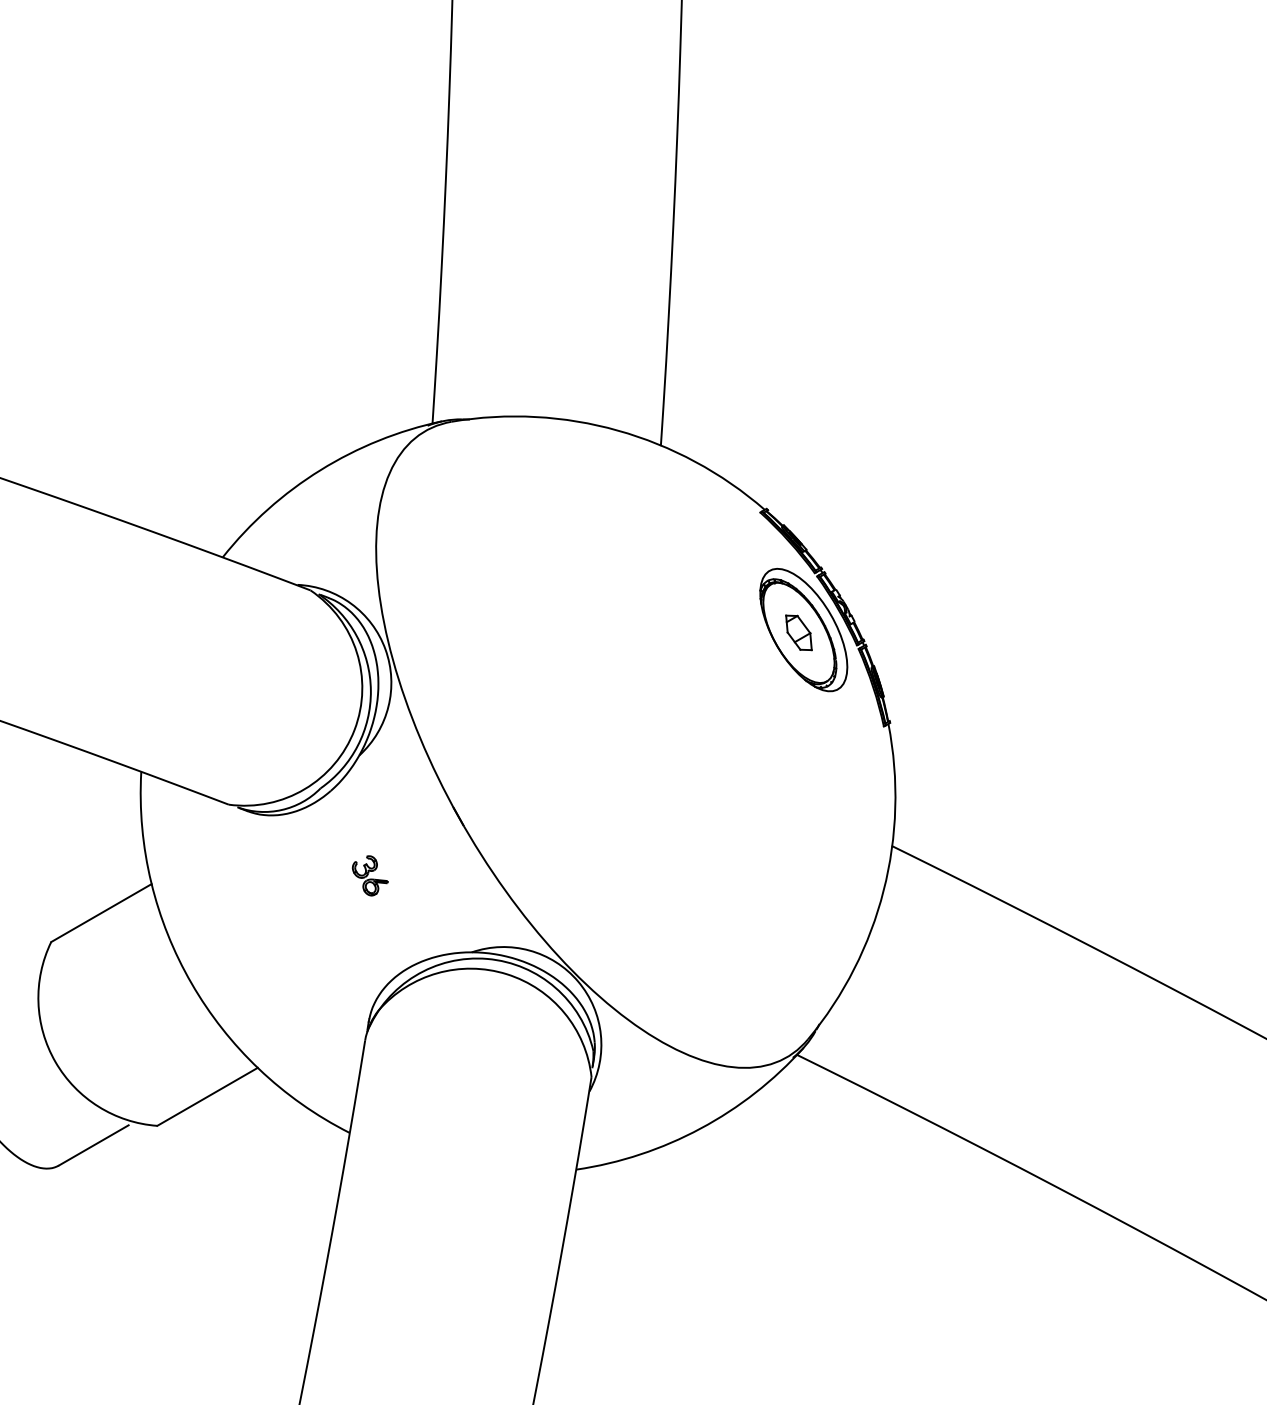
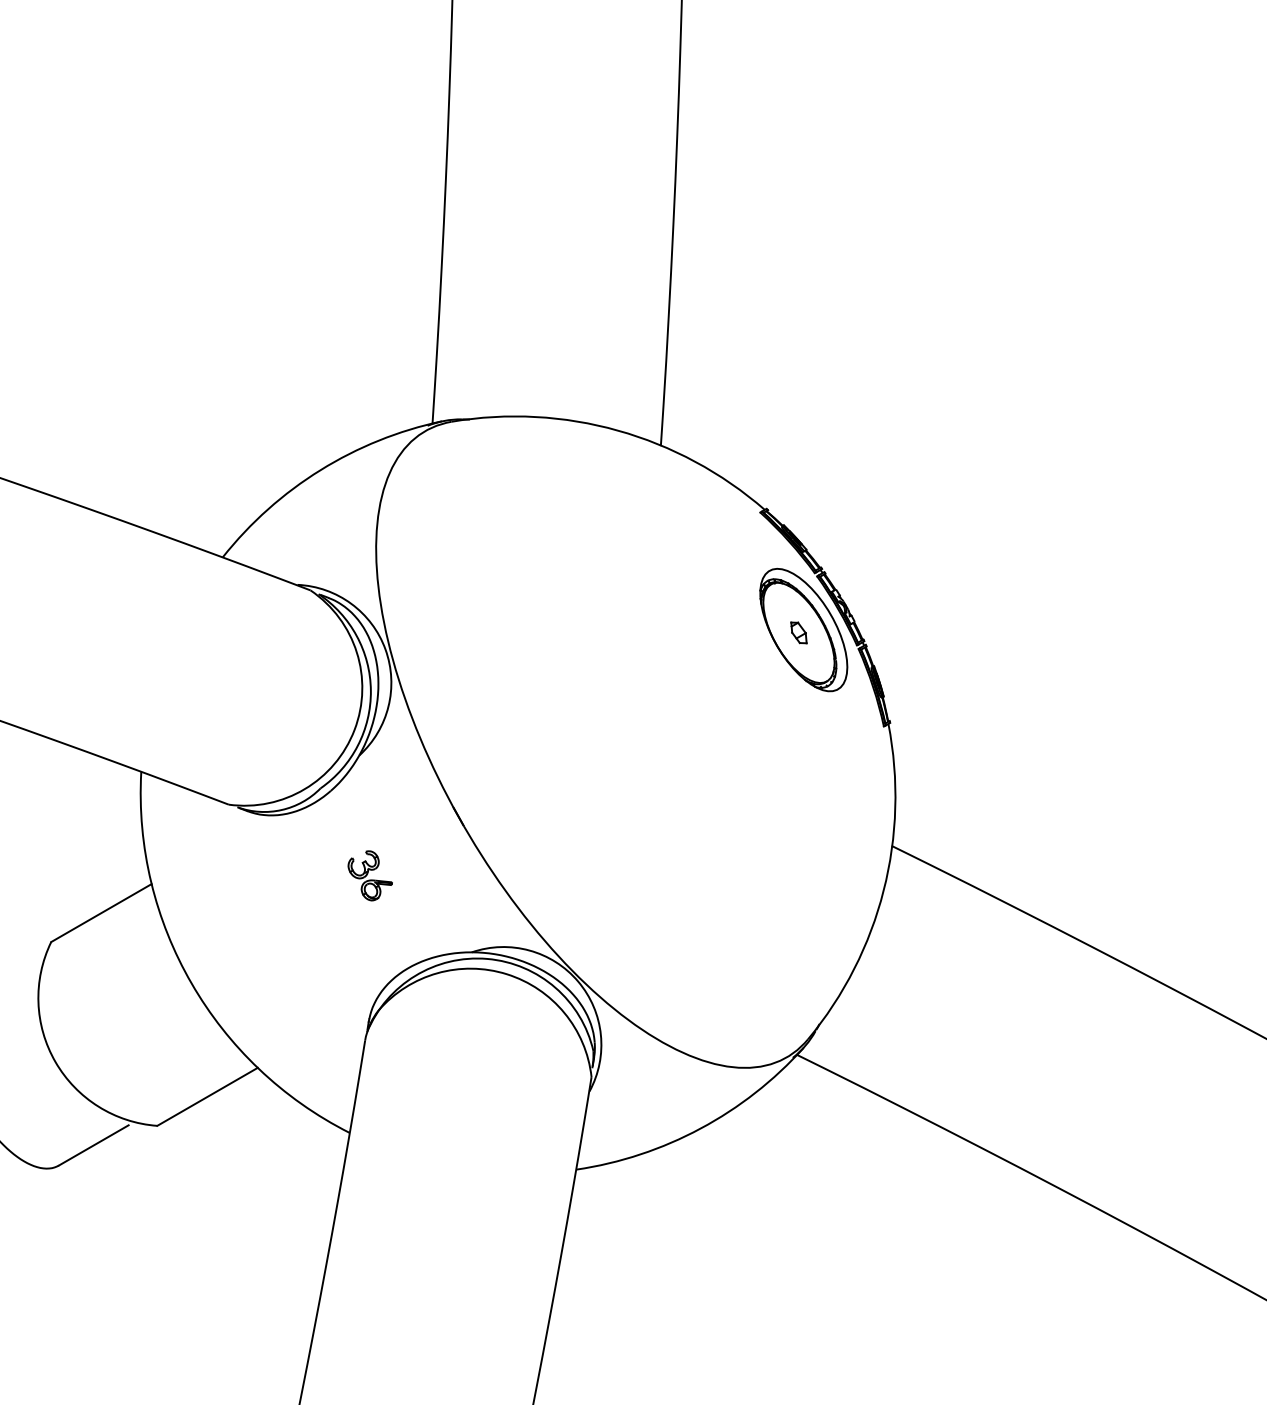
part at (798, 632) size: 28x38 px -> 18x24 px
part at (369, 875) size: 38x42 px -> 46x52 px
